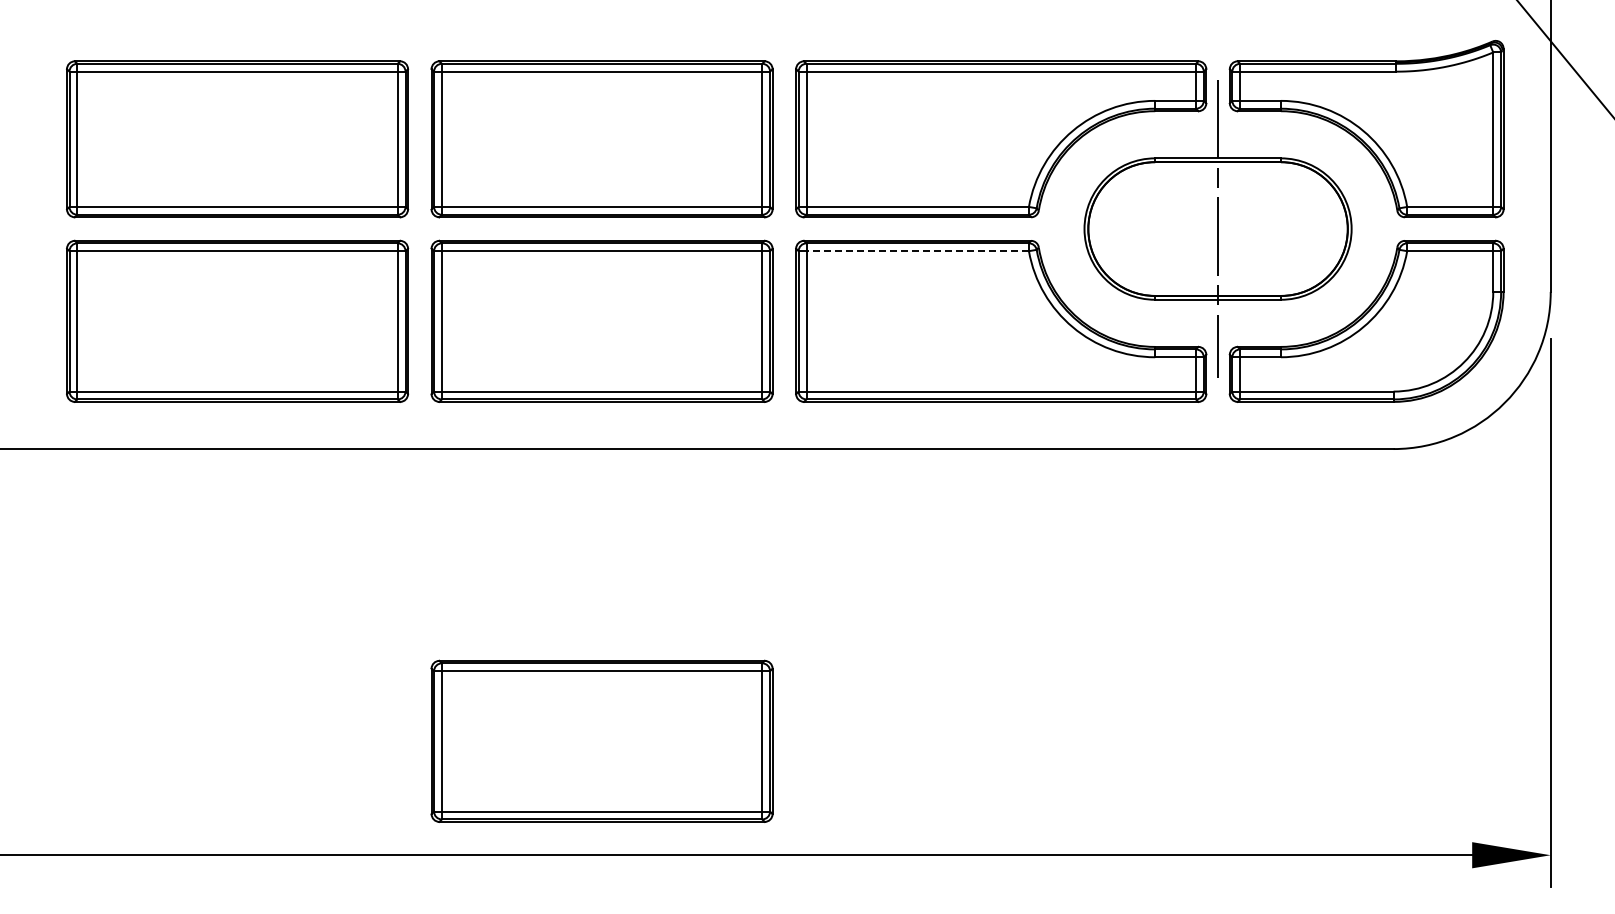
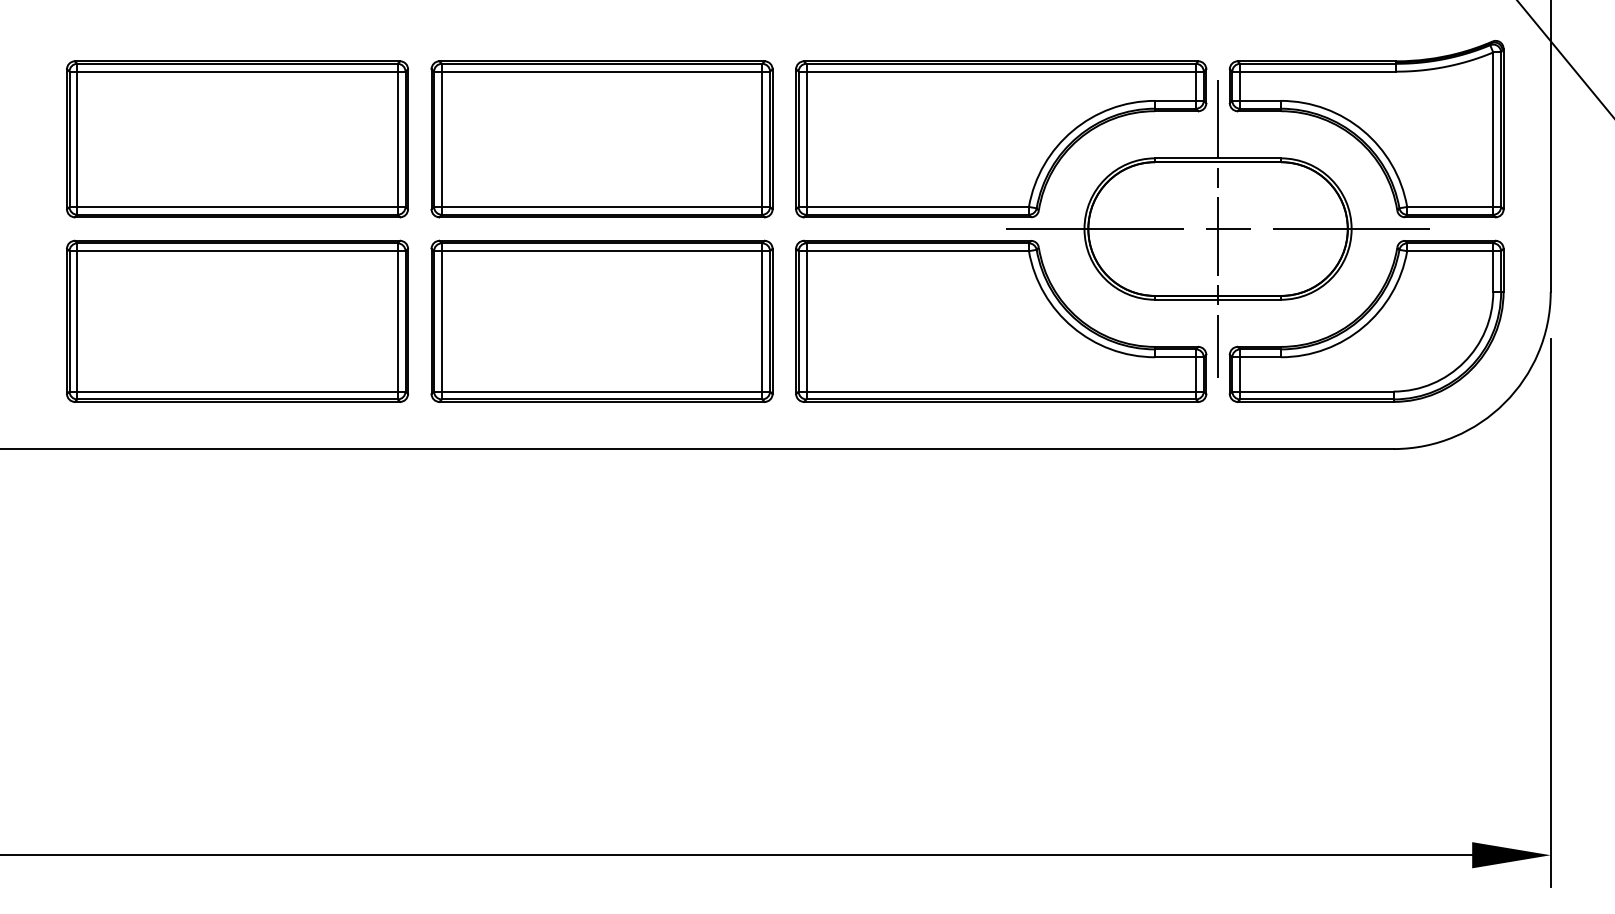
line at (1217, 229): none -> present
line at (917, 251): dashed -> solid
part at (601, 740): present -> none
